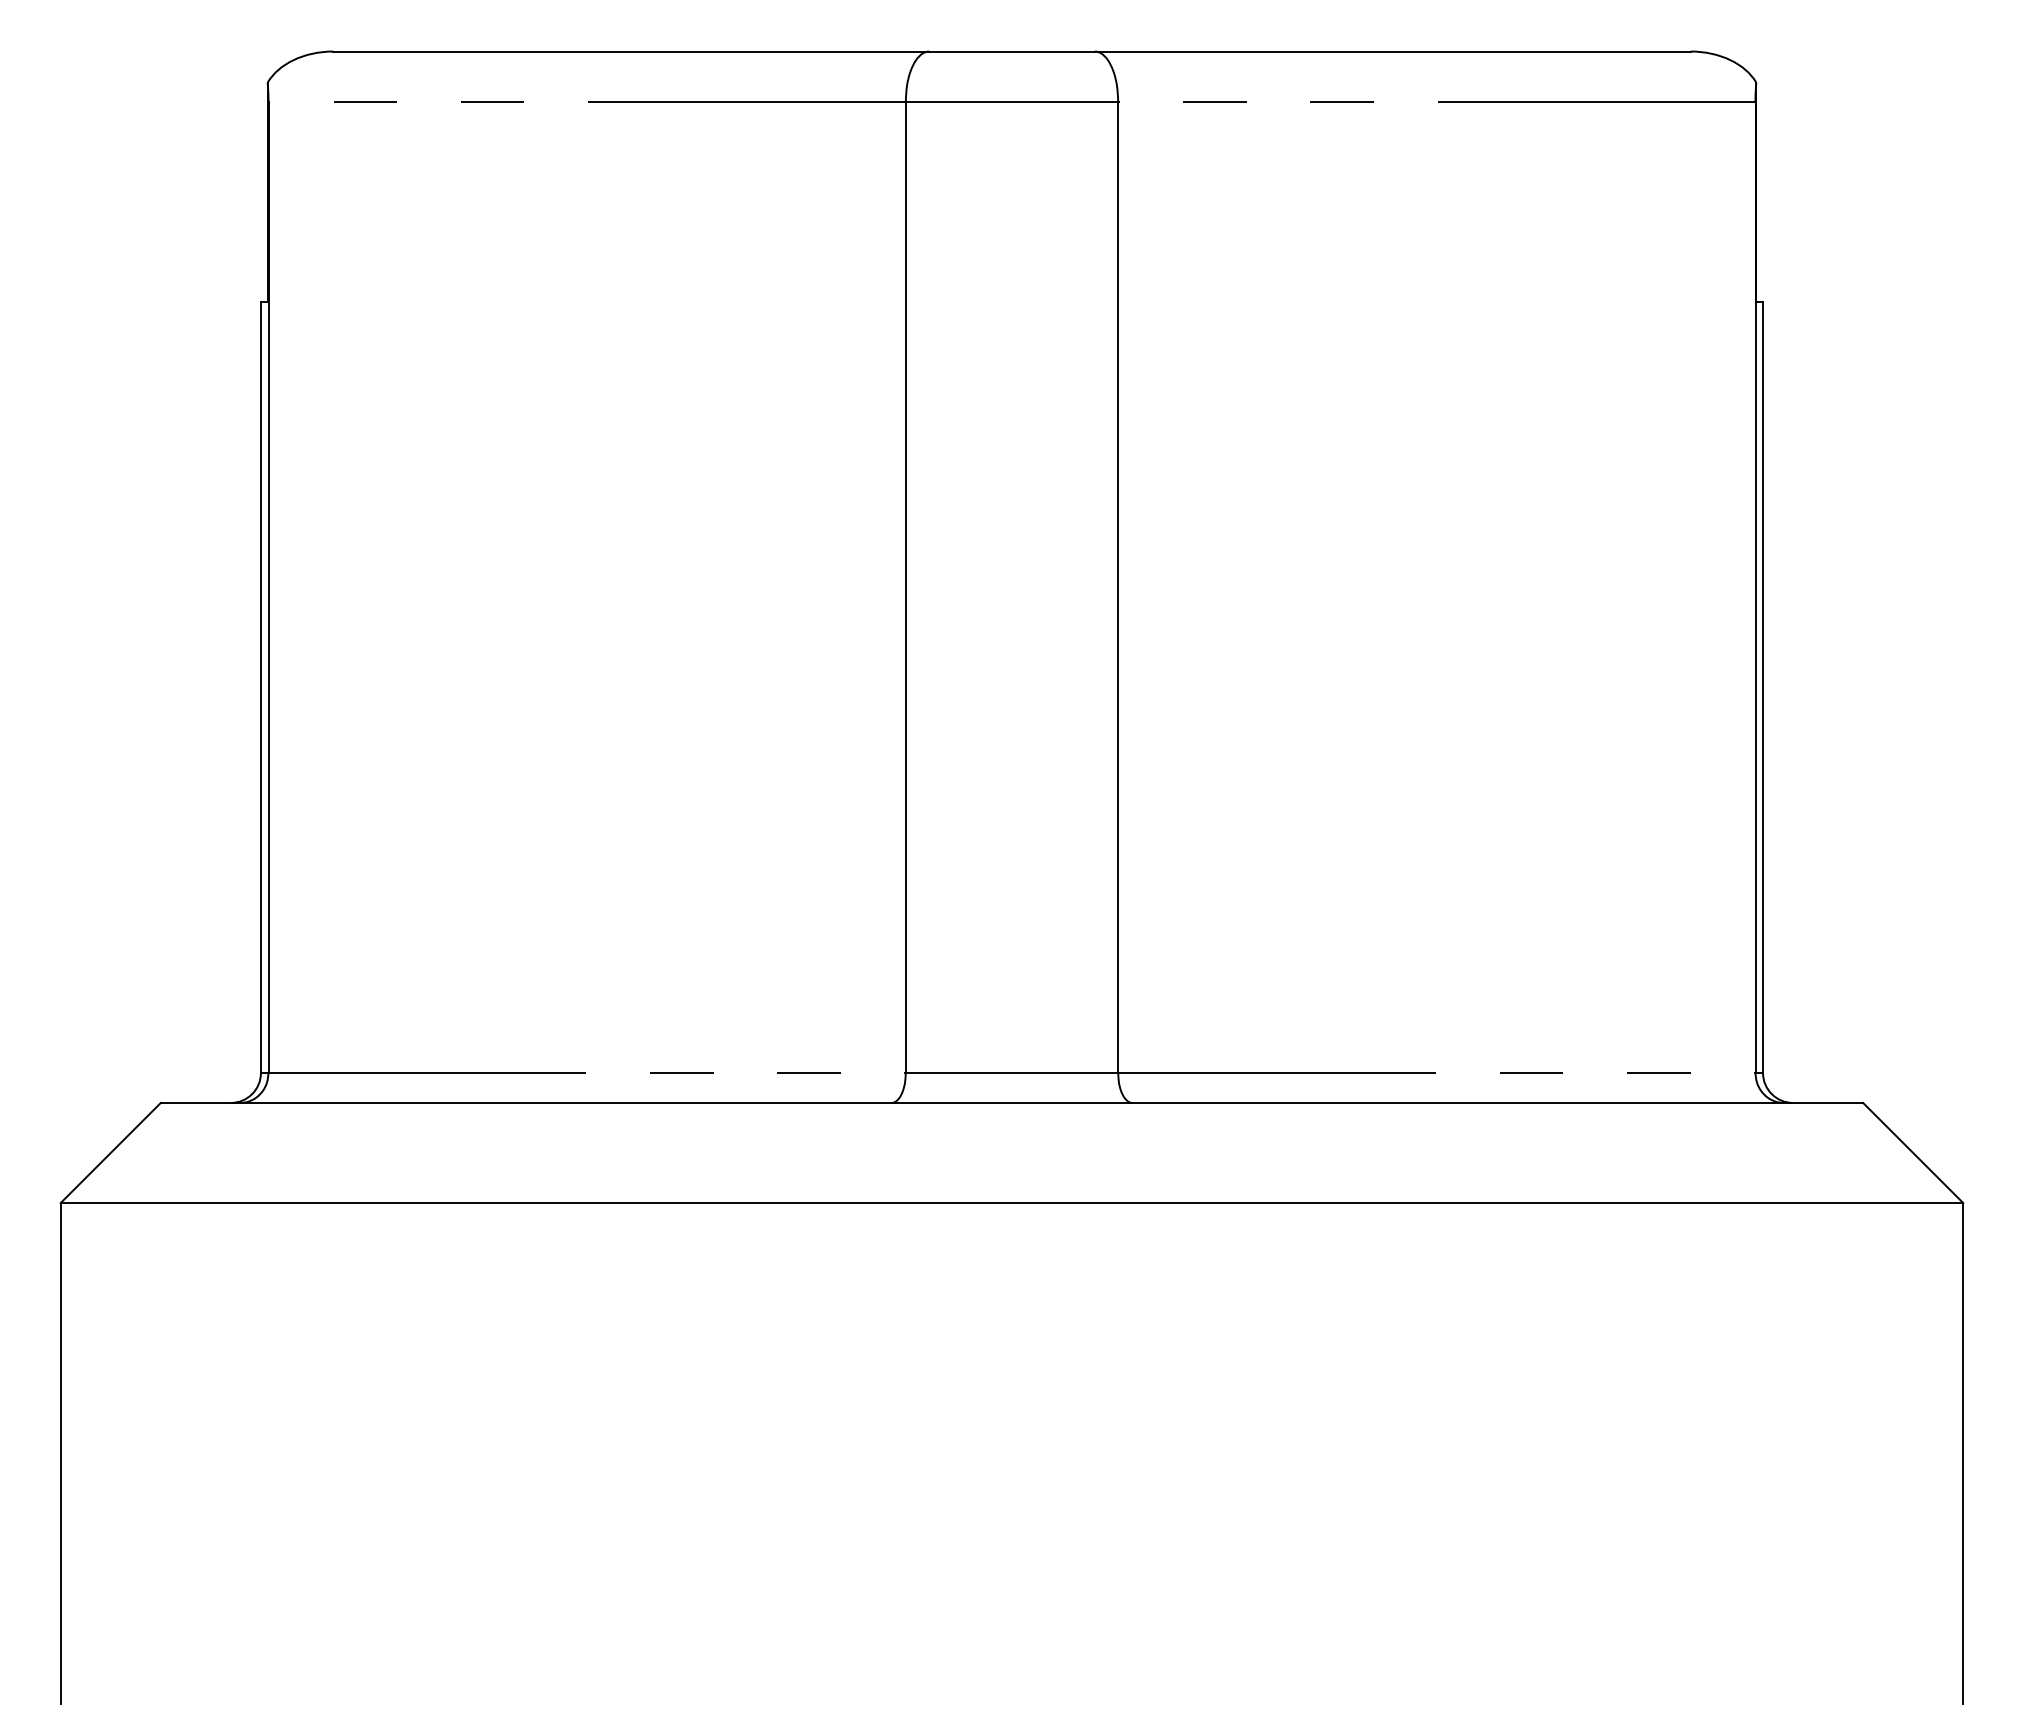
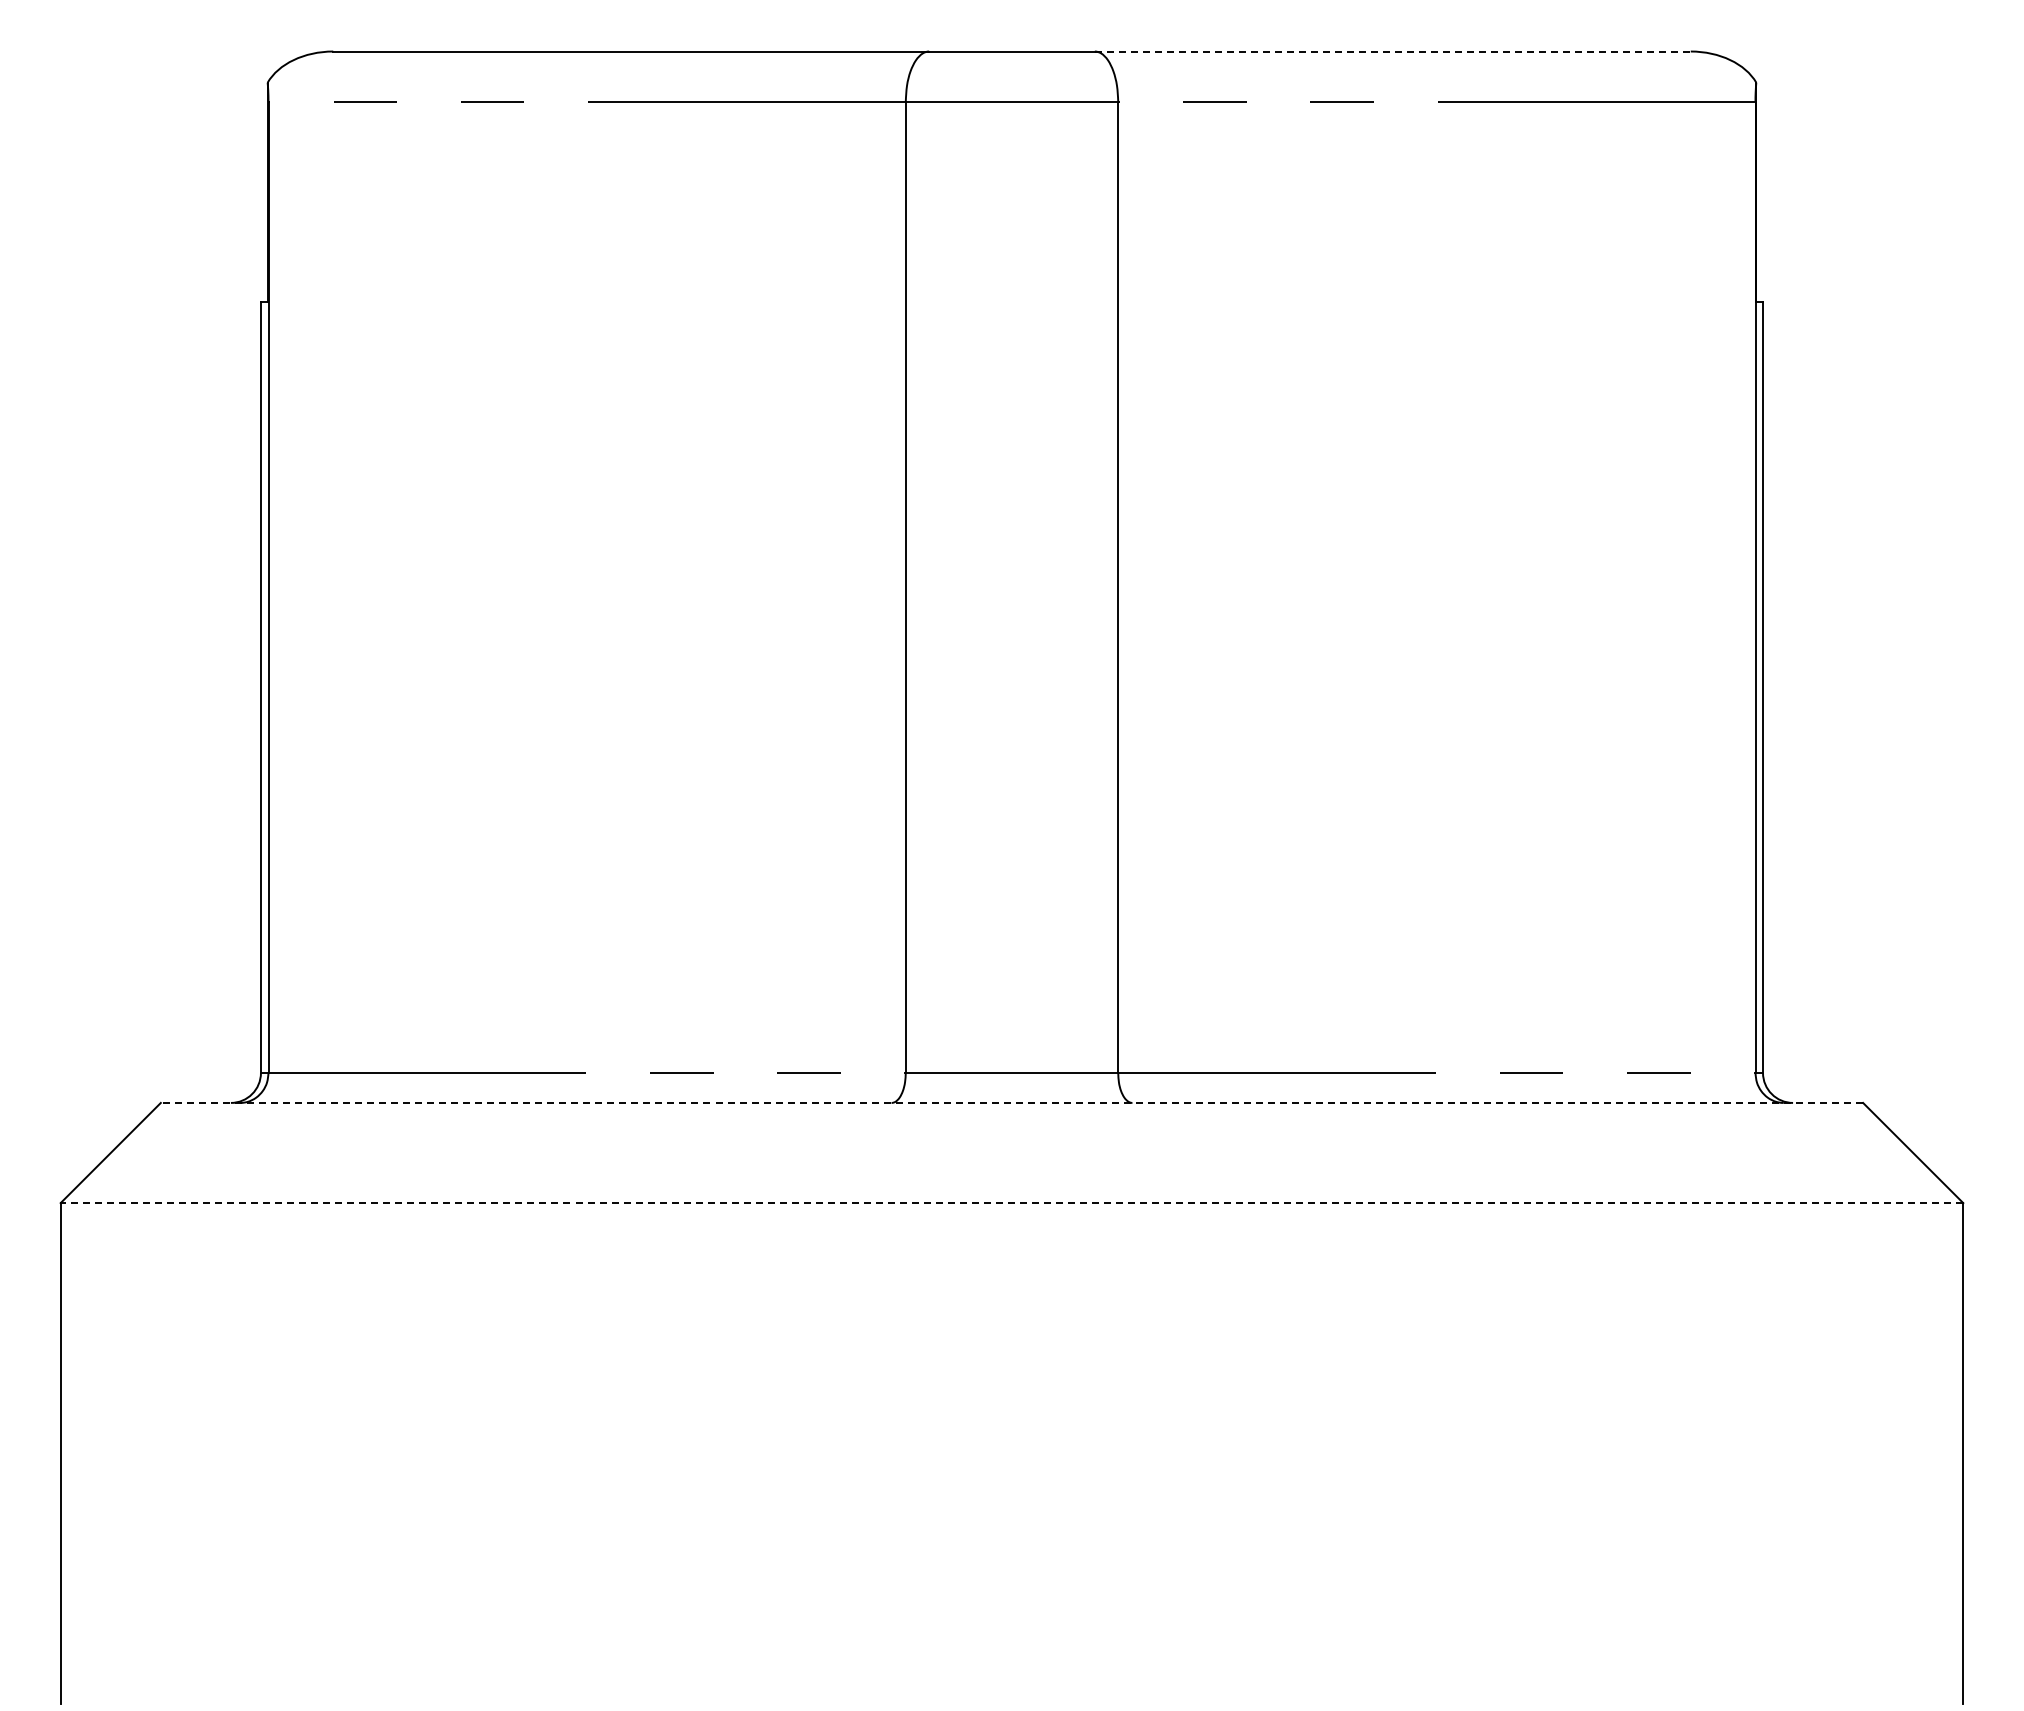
line at (1392, 51): solid -> dashed
line at (1011, 1102): solid -> dashed
line at (1011, 1203): solid -> dashed
